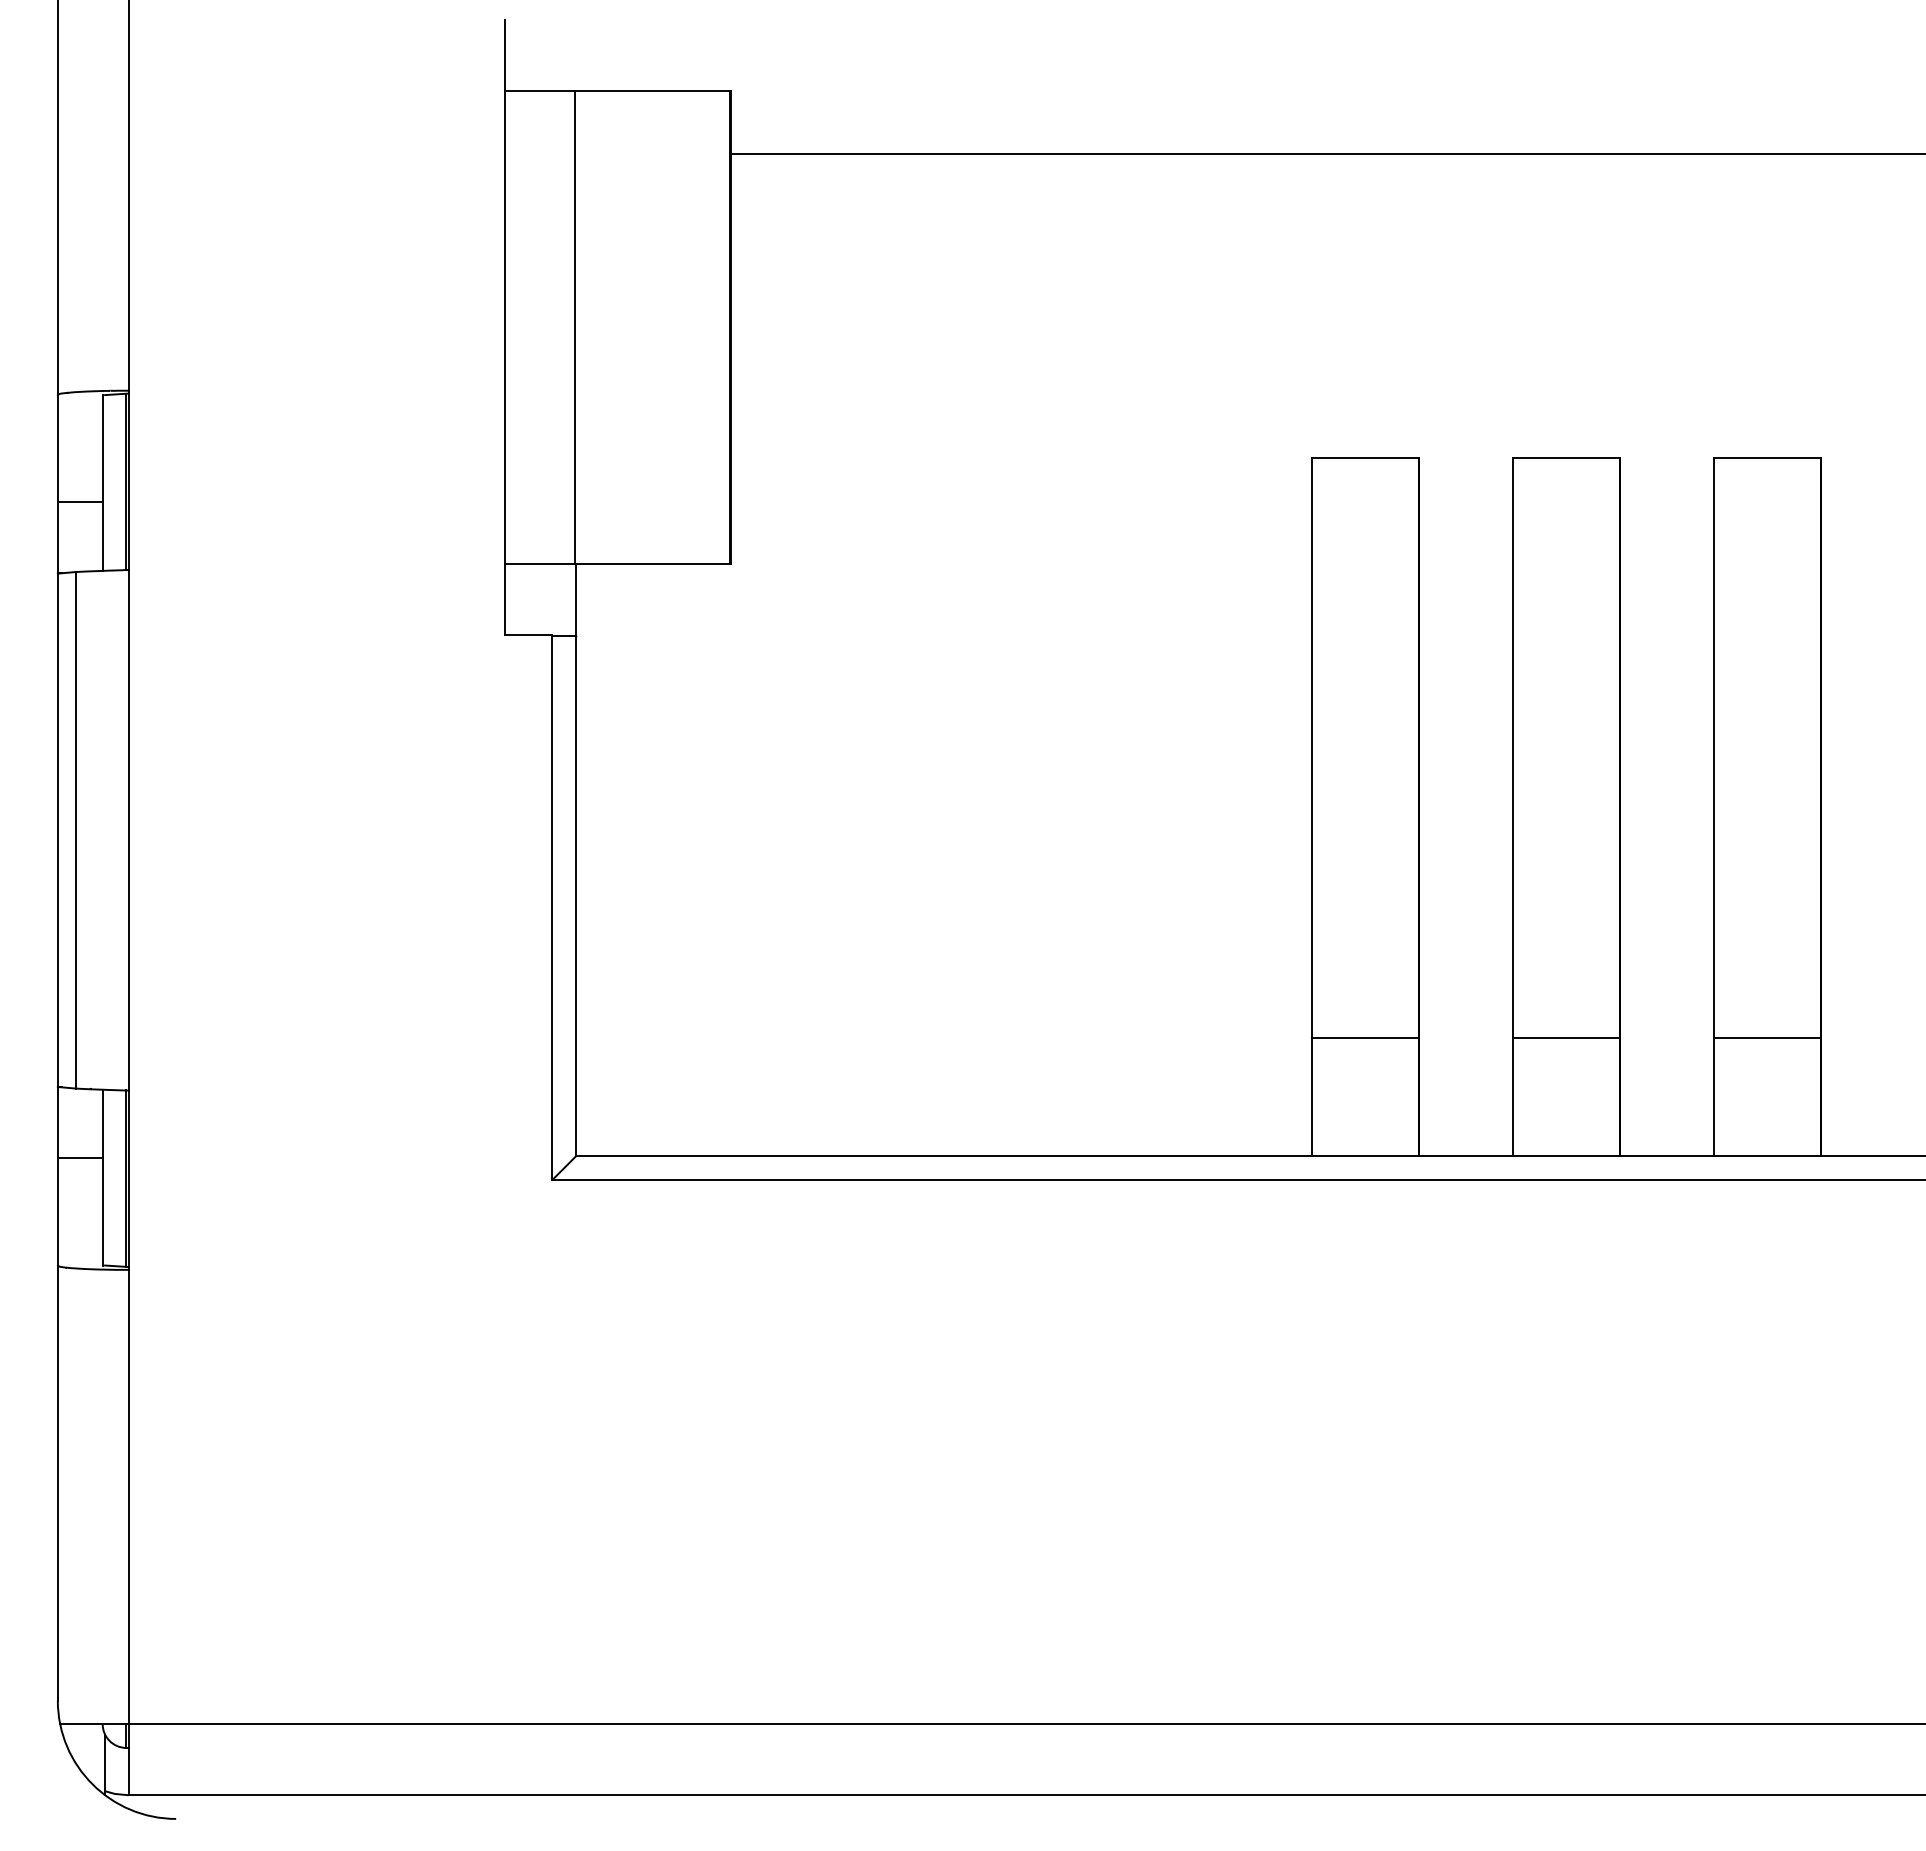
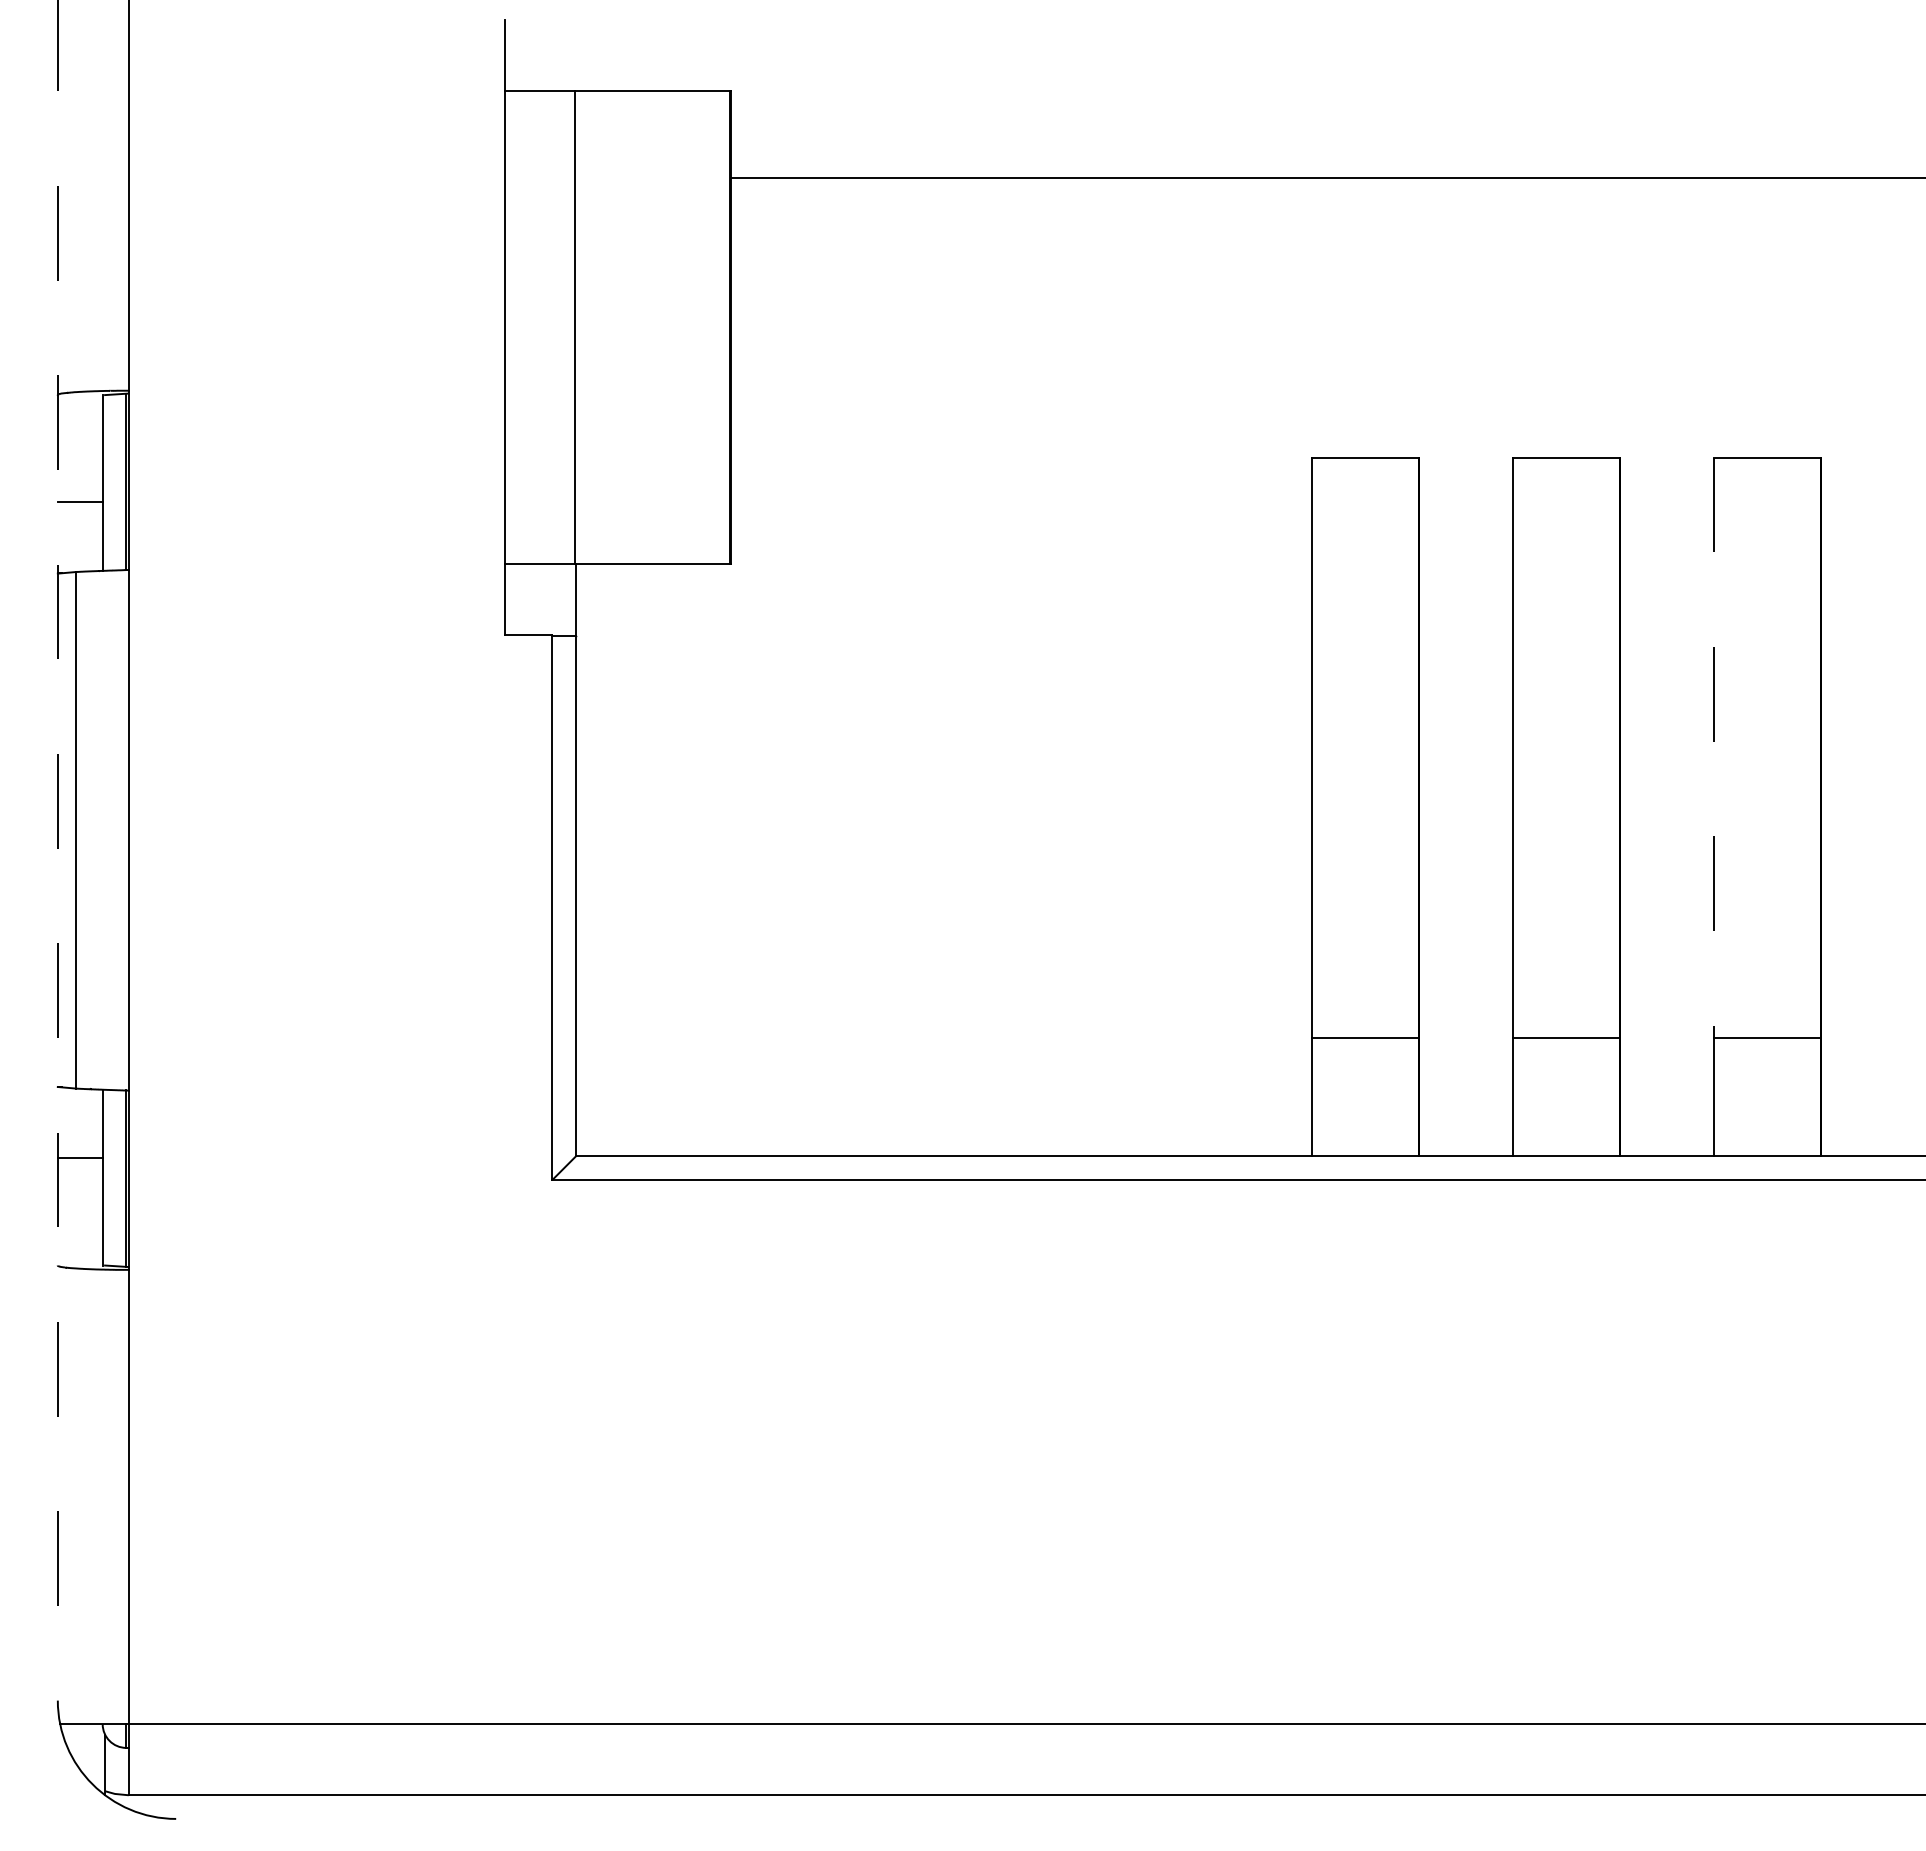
line at (1326, 154) position: (1326, 154) -> (1326, 178)
line at (1714, 748): solid -> dashed
line at (57, 850): solid -> dashed
